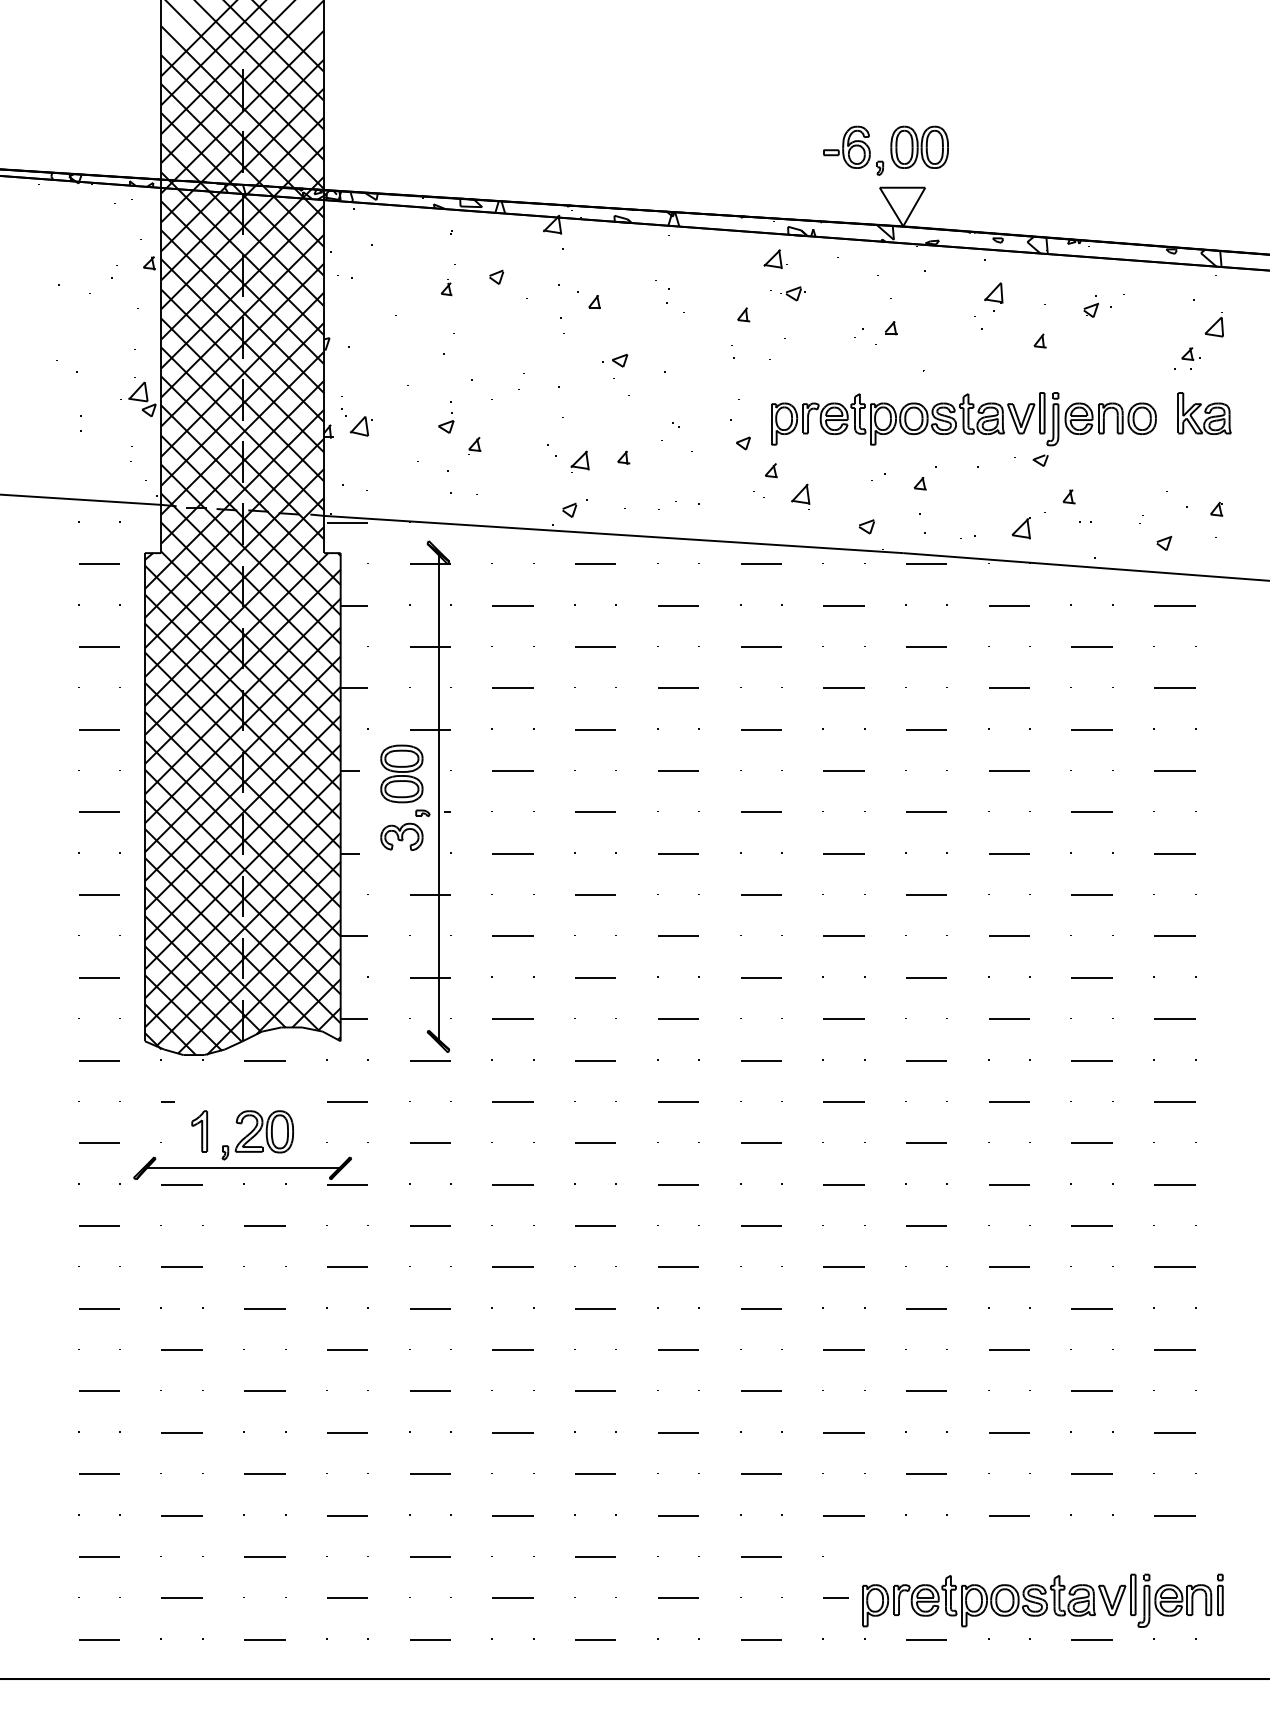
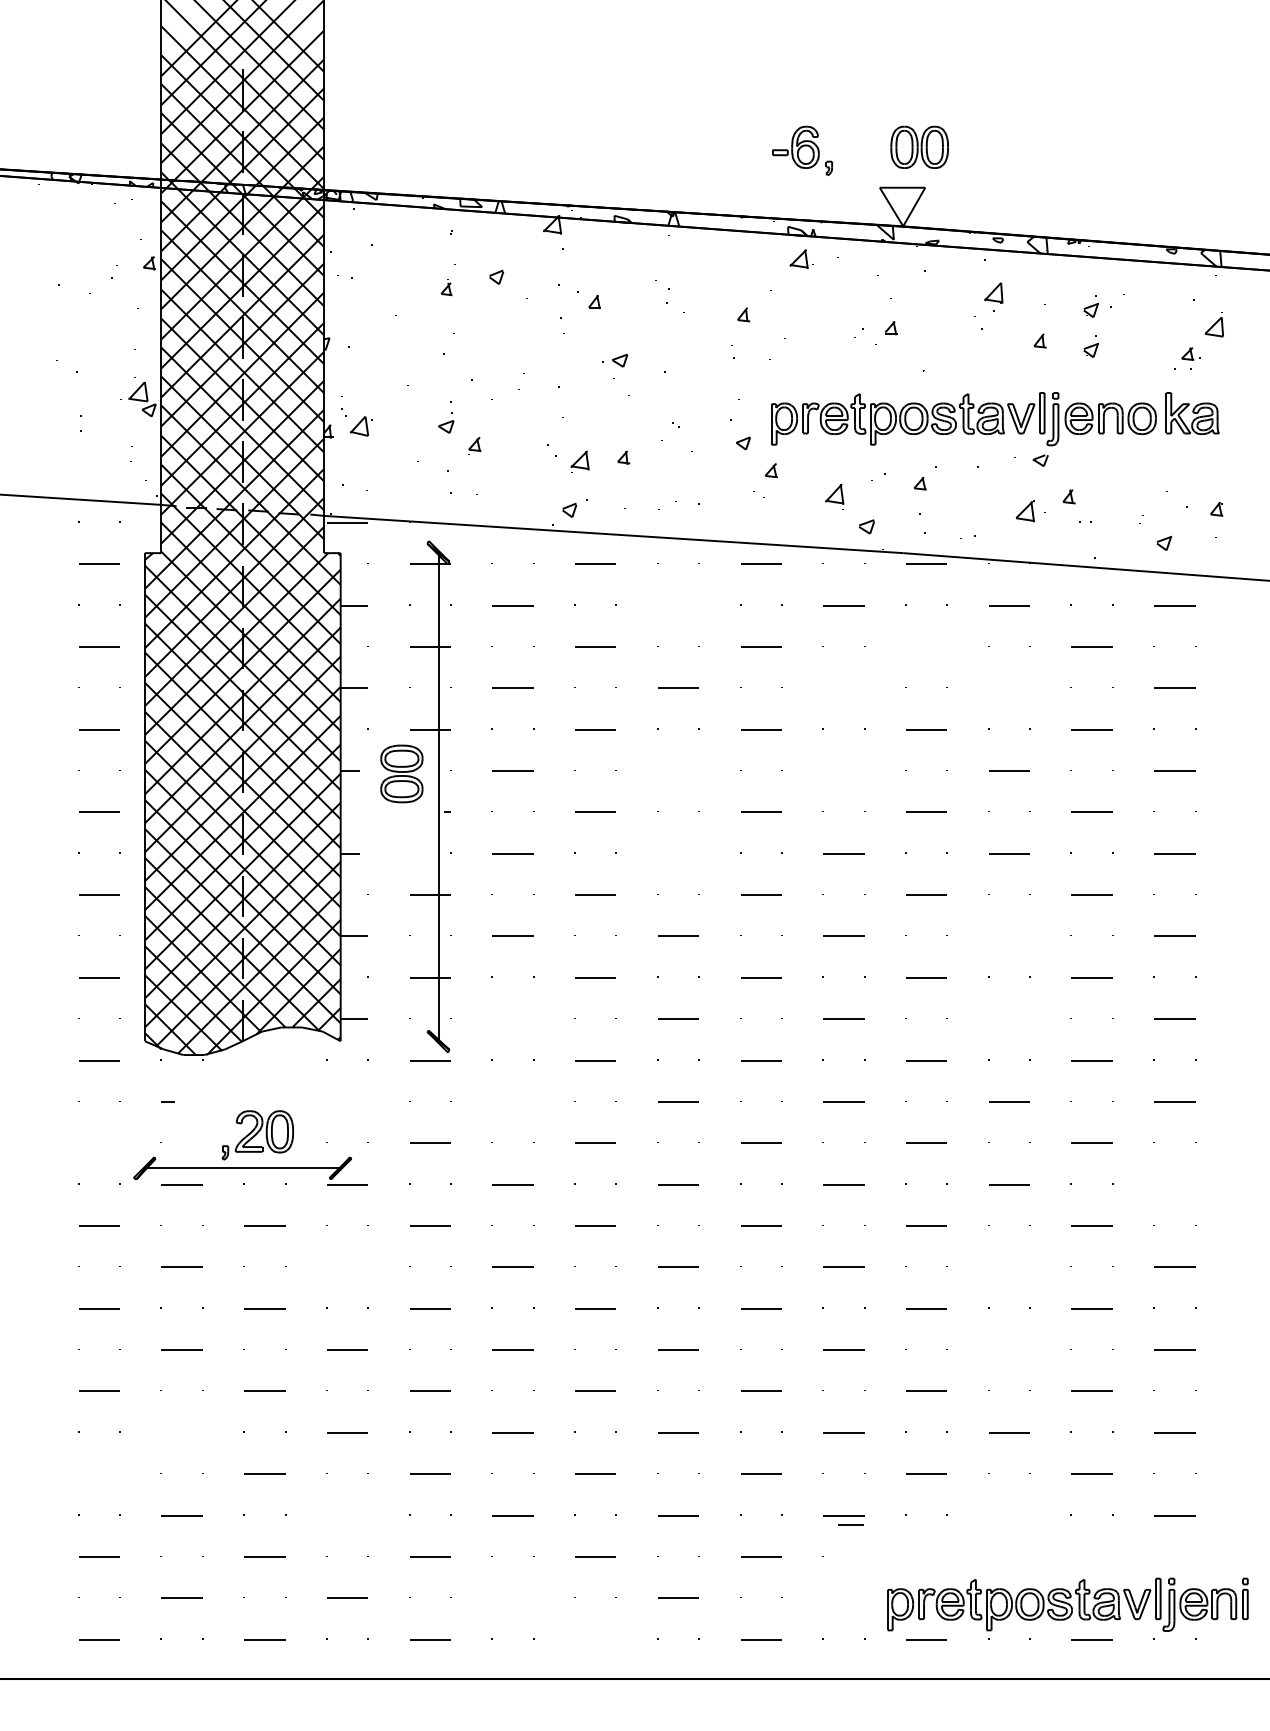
part at (853, 150) position: (853, 150) -> (802, 150)
part at (775, 259) position: (775, 259) -> (801, 259)
part at (792, 293): present -> none
part at (1091, 346): none -> present
part at (1204, 413) position: (1204, 413) -> (1192, 413)
part at (800, 496) position: (800, 496) -> (834, 496)
part at (1020, 528) position: (1020, 528) -> (1024, 511)
line at (678, 605): present -> none
line at (926, 646): present -> none
line at (843, 687): present -> none
line at (1009, 687): present -> none
line at (678, 770): present -> none
line at (843, 770): present -> none
part at (405, 830): present -> none
line at (678, 853): present -> none
line at (1009, 935): present -> none
line at (512, 1018): present -> none
line at (1009, 1018): present -> none
line at (264, 1060): present -> none
line at (347, 1101): present -> none
line at (512, 1101): present -> none
part at (199, 1131): present -> none
line at (99, 1142): present -> none
line at (1174, 1184): present -> none
line at (347, 1266): present -> none
line at (1009, 1266): present -> none
line at (1009, 1349): present -> none
line at (181, 1432): present -> none
line at (99, 1473): present -> none
line at (347, 1515): present -> none
line at (1009, 1515): present -> none
line at (512, 1597): present -> none
line at (835, 1597) position: (835, 1597) -> (850, 1524)
part at (1042, 1600) position: (1042, 1600) -> (1067, 1604)
line at (595, 1639): present -> none
